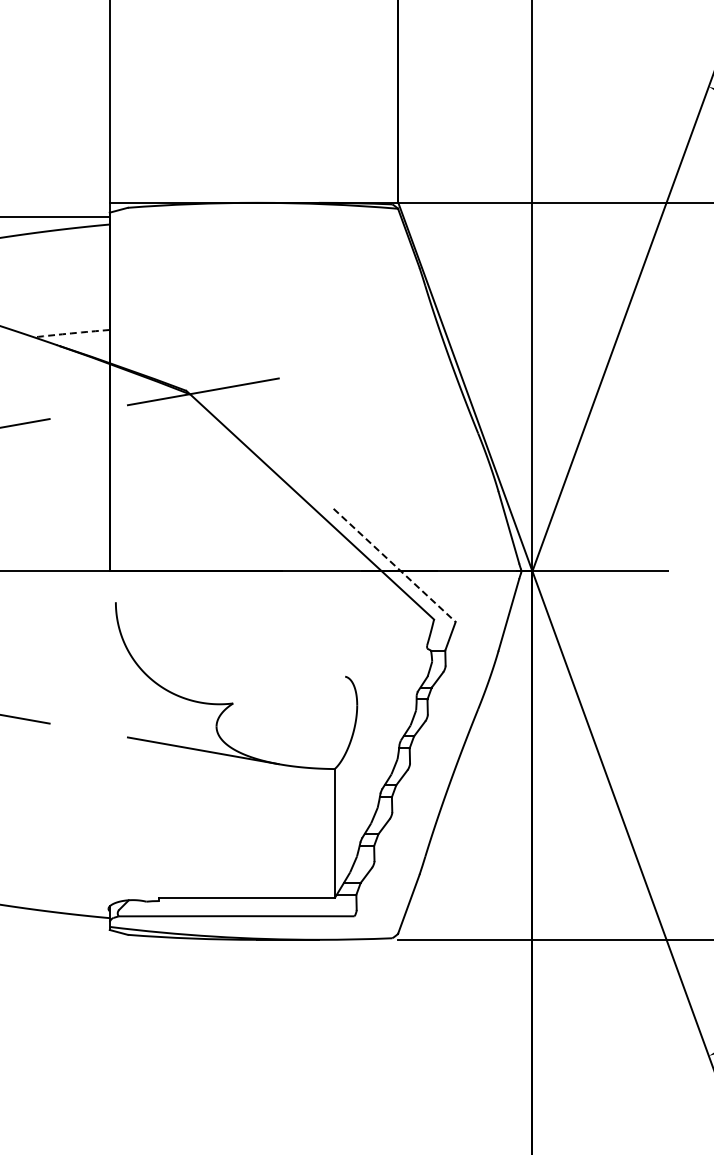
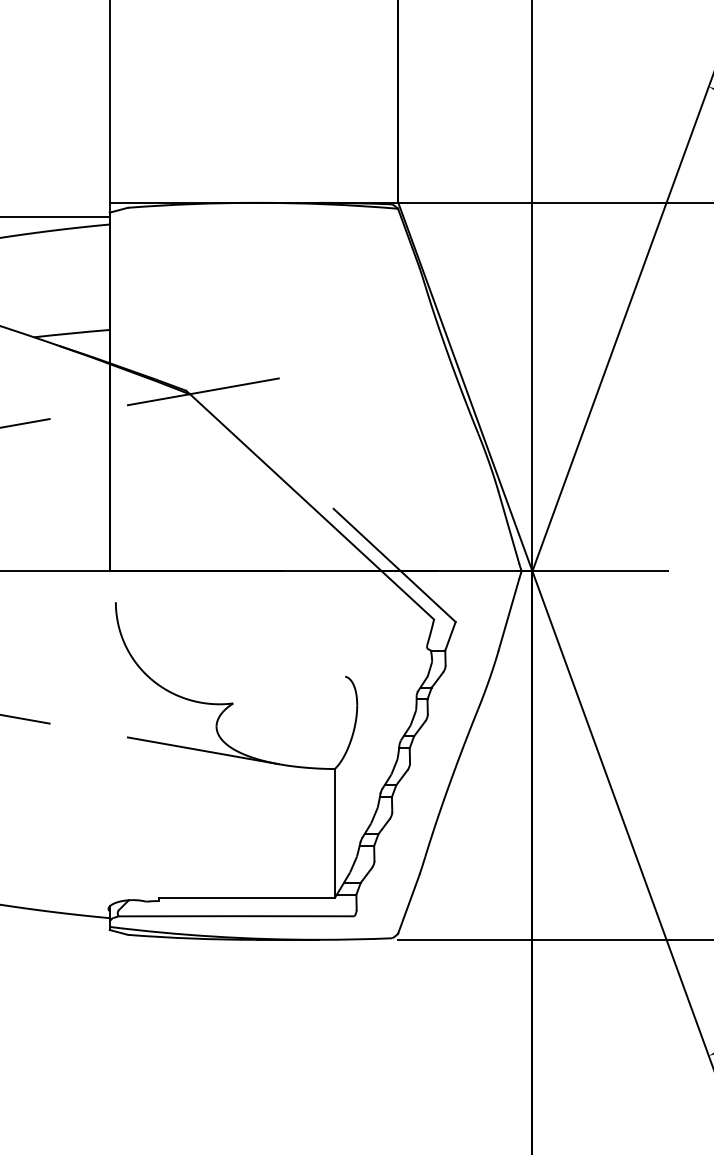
arc at (71, 333): dashed -> solid
line at (395, 565): dashed -> solid
